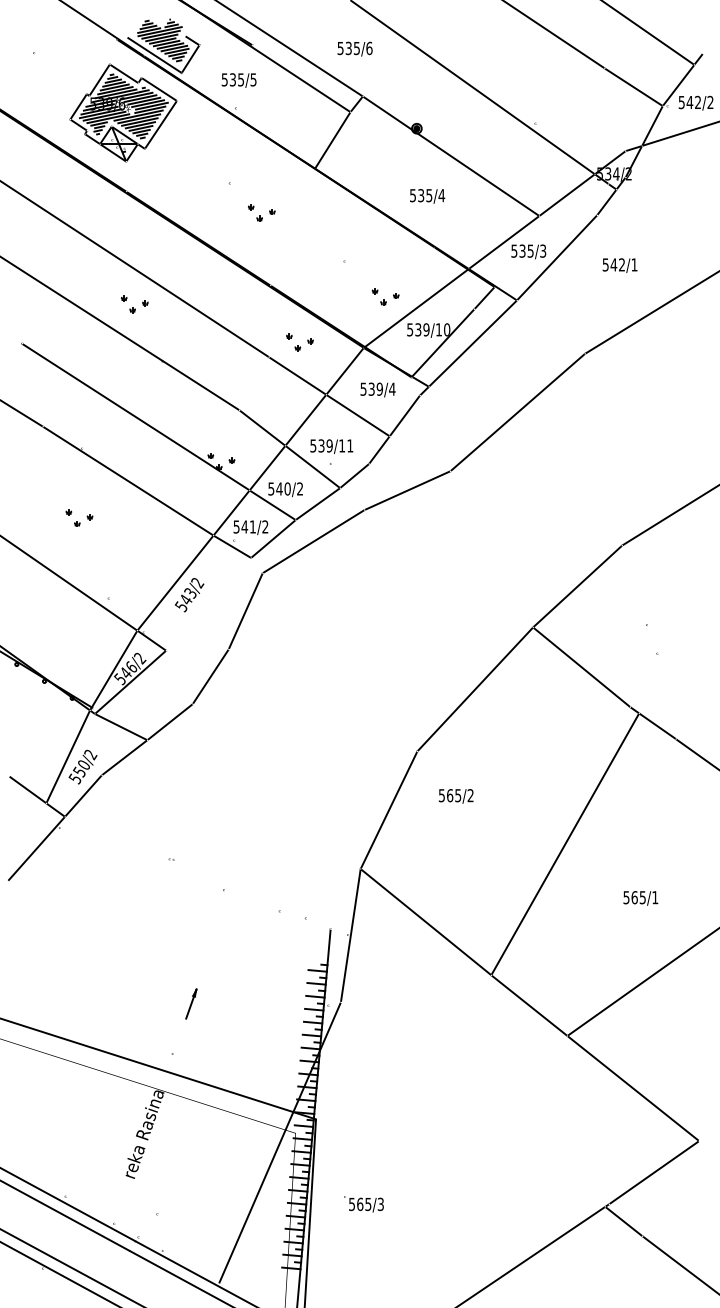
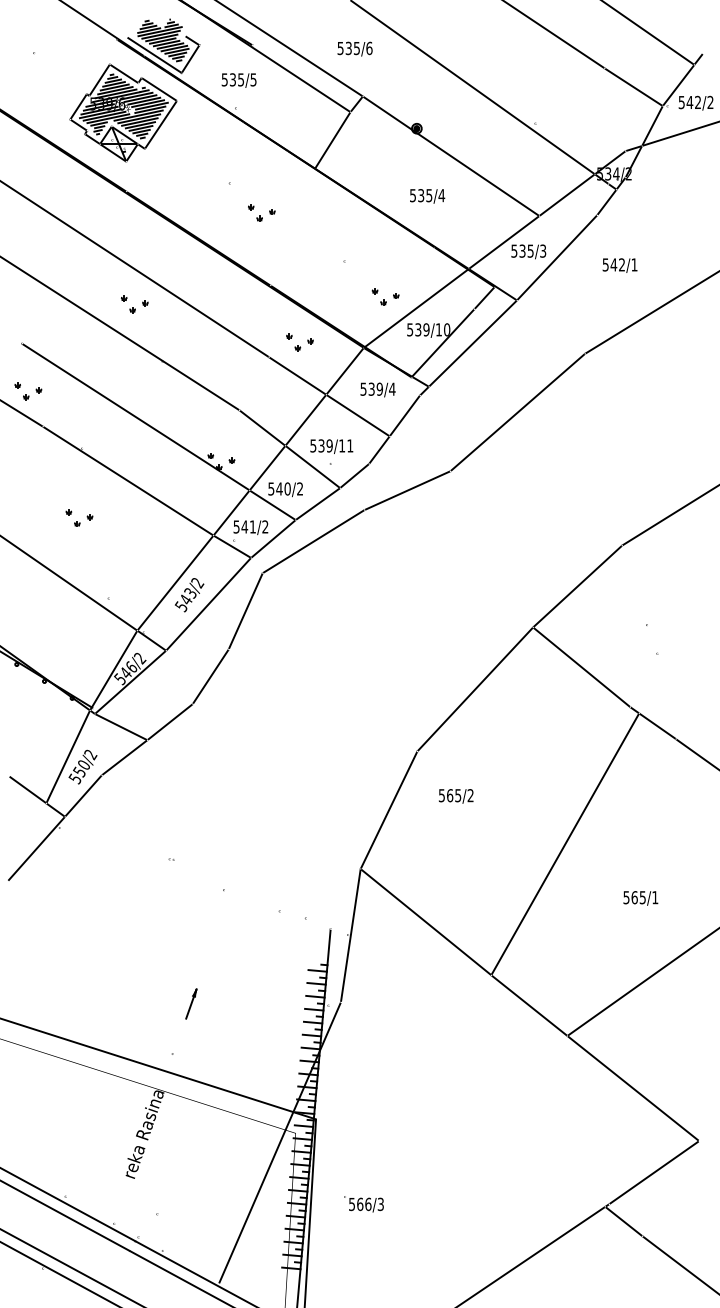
part at (28, 391): none -> present
line at (208, 604): none -> present
text at (368, 1204): 565/3 -> 566/3
